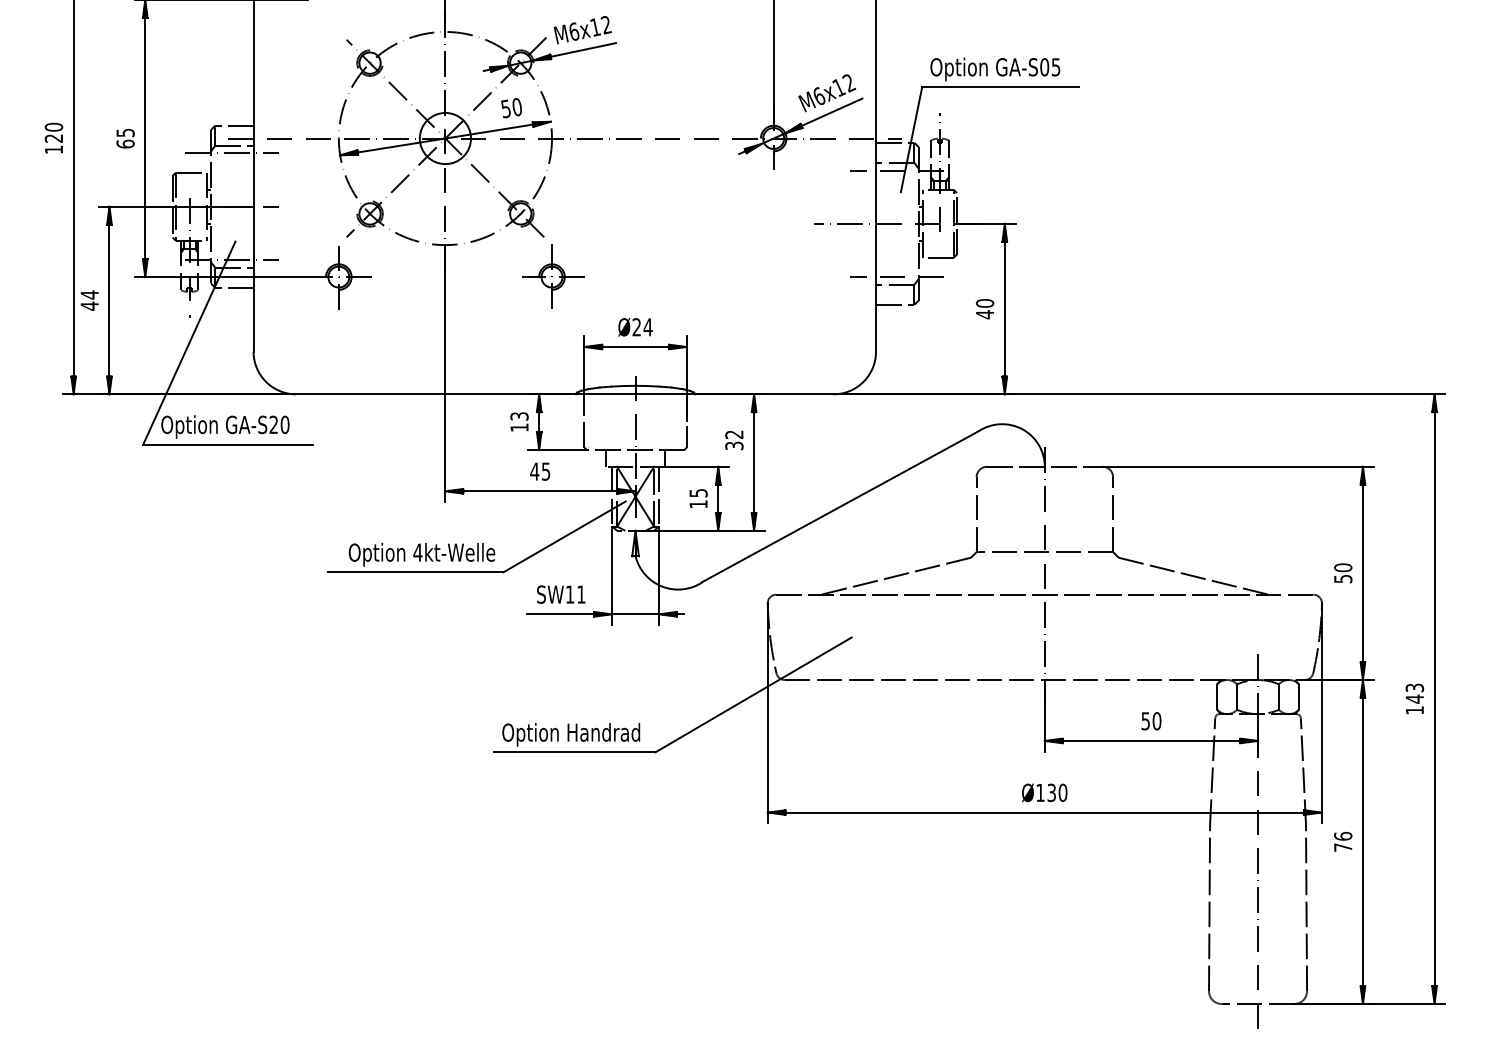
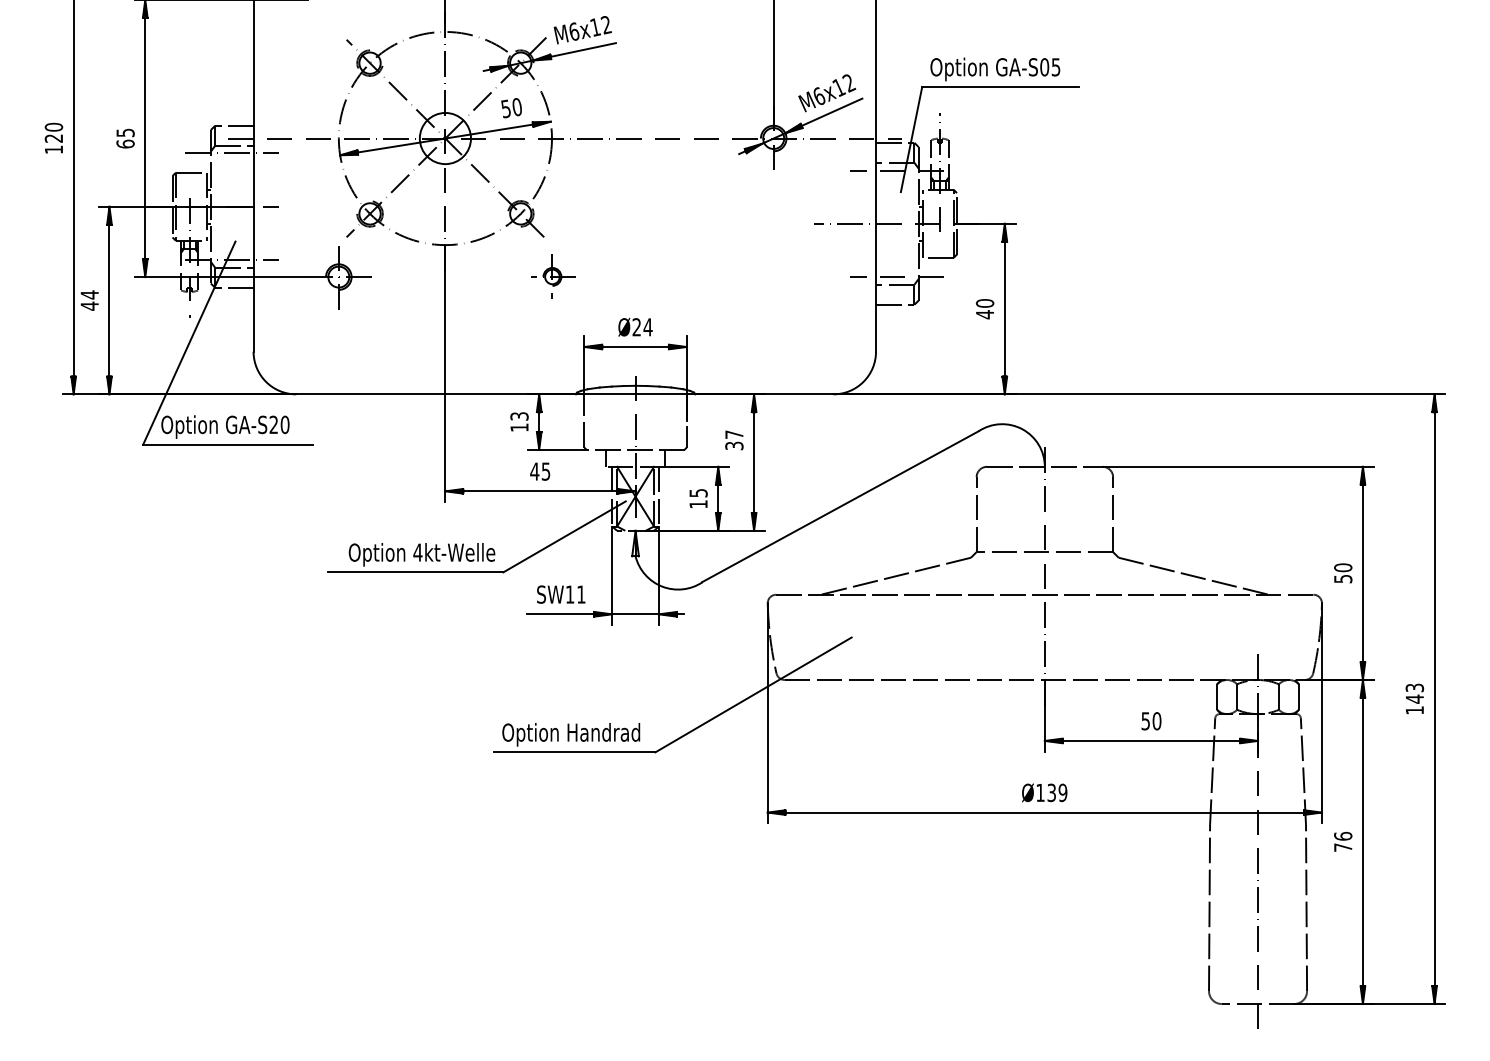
part at (553, 276) size: 63x65 px -> 45x45 px
text at (734, 434): 32 -> 37
text at (1062, 793): Ø130 -> Ø139
